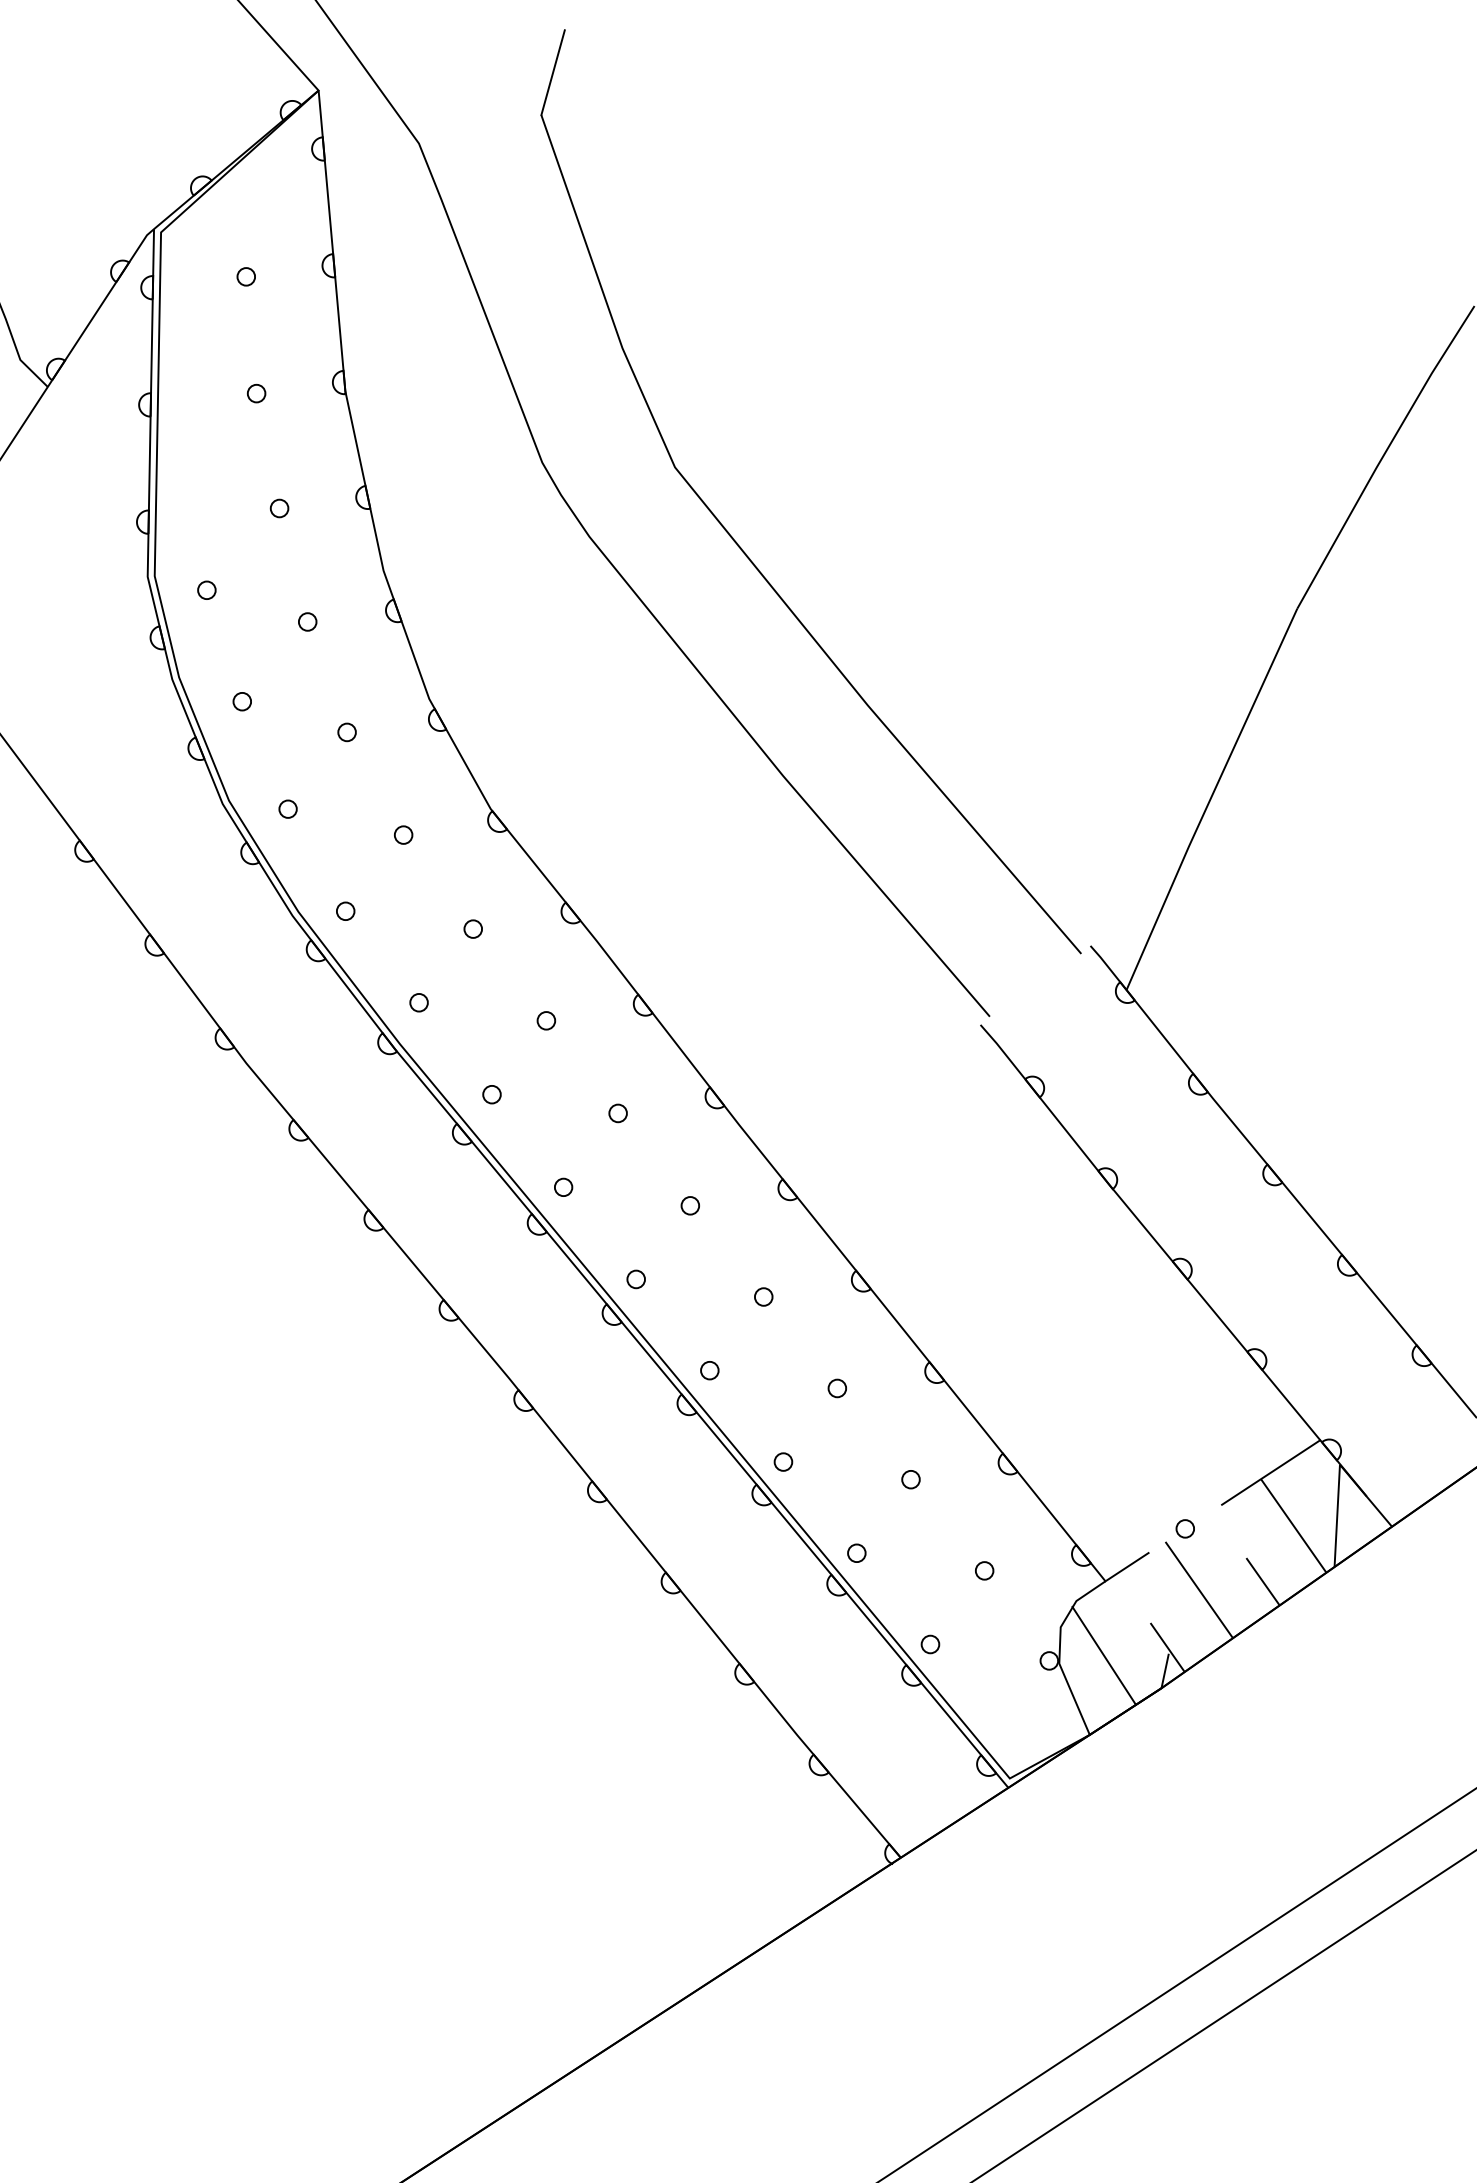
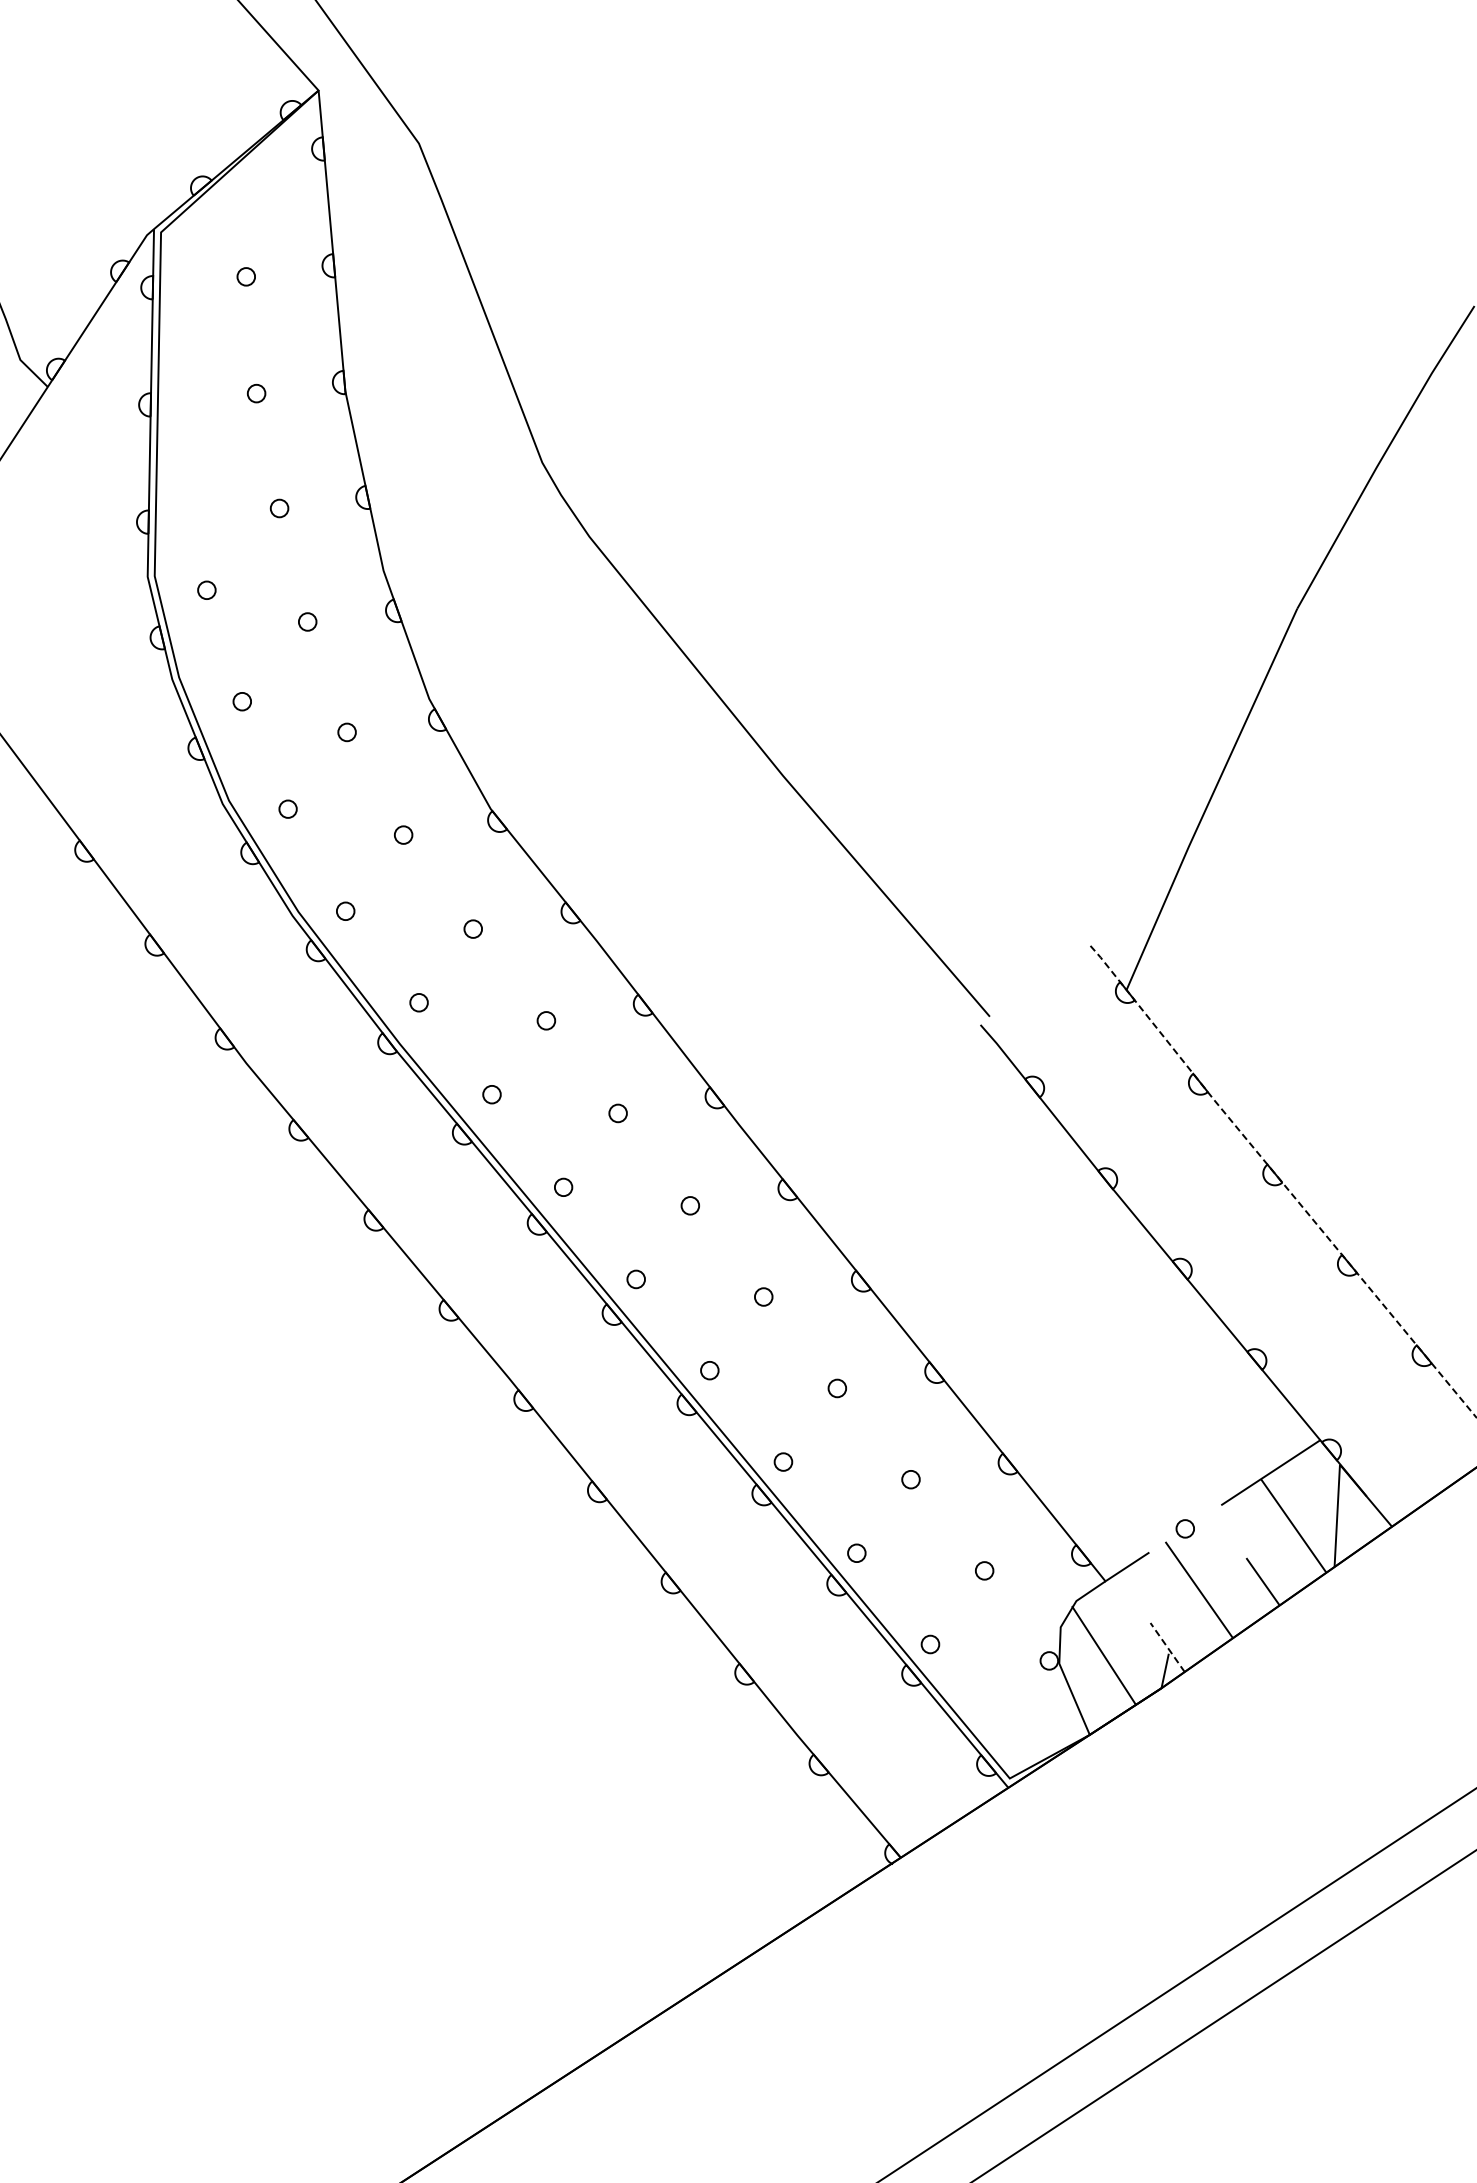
part at (741, 547): present -> none
line at (1281, 1181): solid -> dashed
line at (1167, 1647): solid -> dashed
